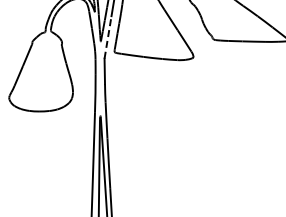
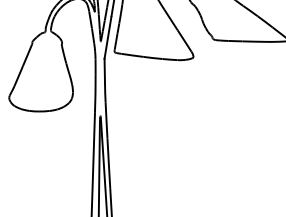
line at (108, 37): dashed -> solid
